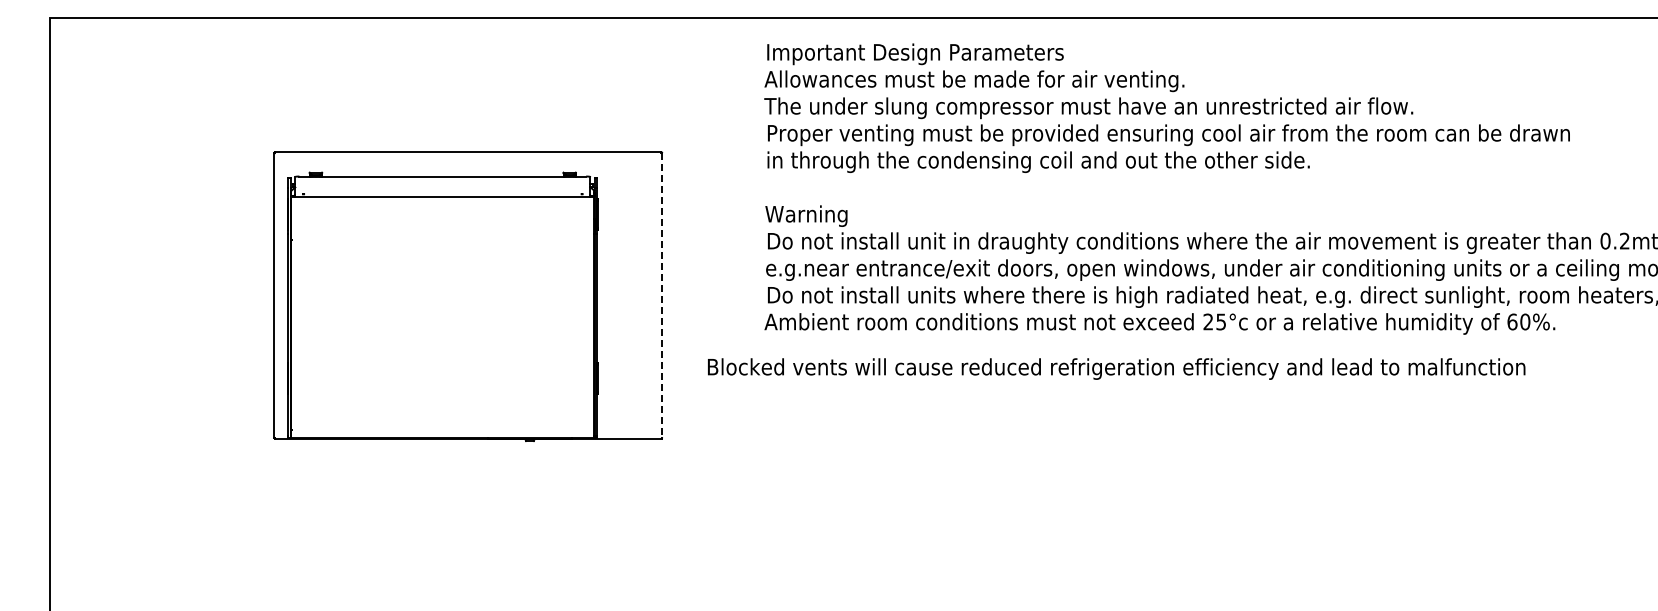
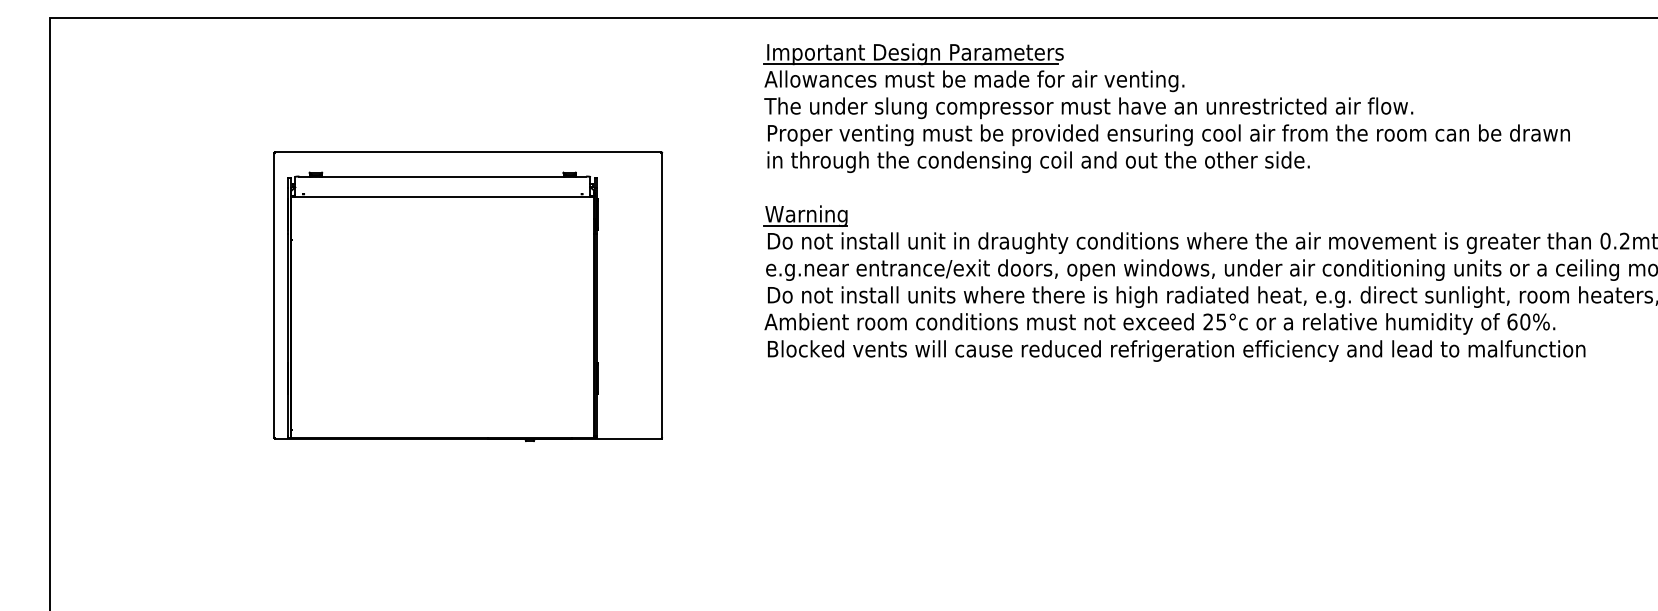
line at (910, 64): none -> present
line at (805, 226): none -> present
line at (662, 295): dashed -> solid
text at (1116, 368) position: (1116, 368) -> (1176, 350)
